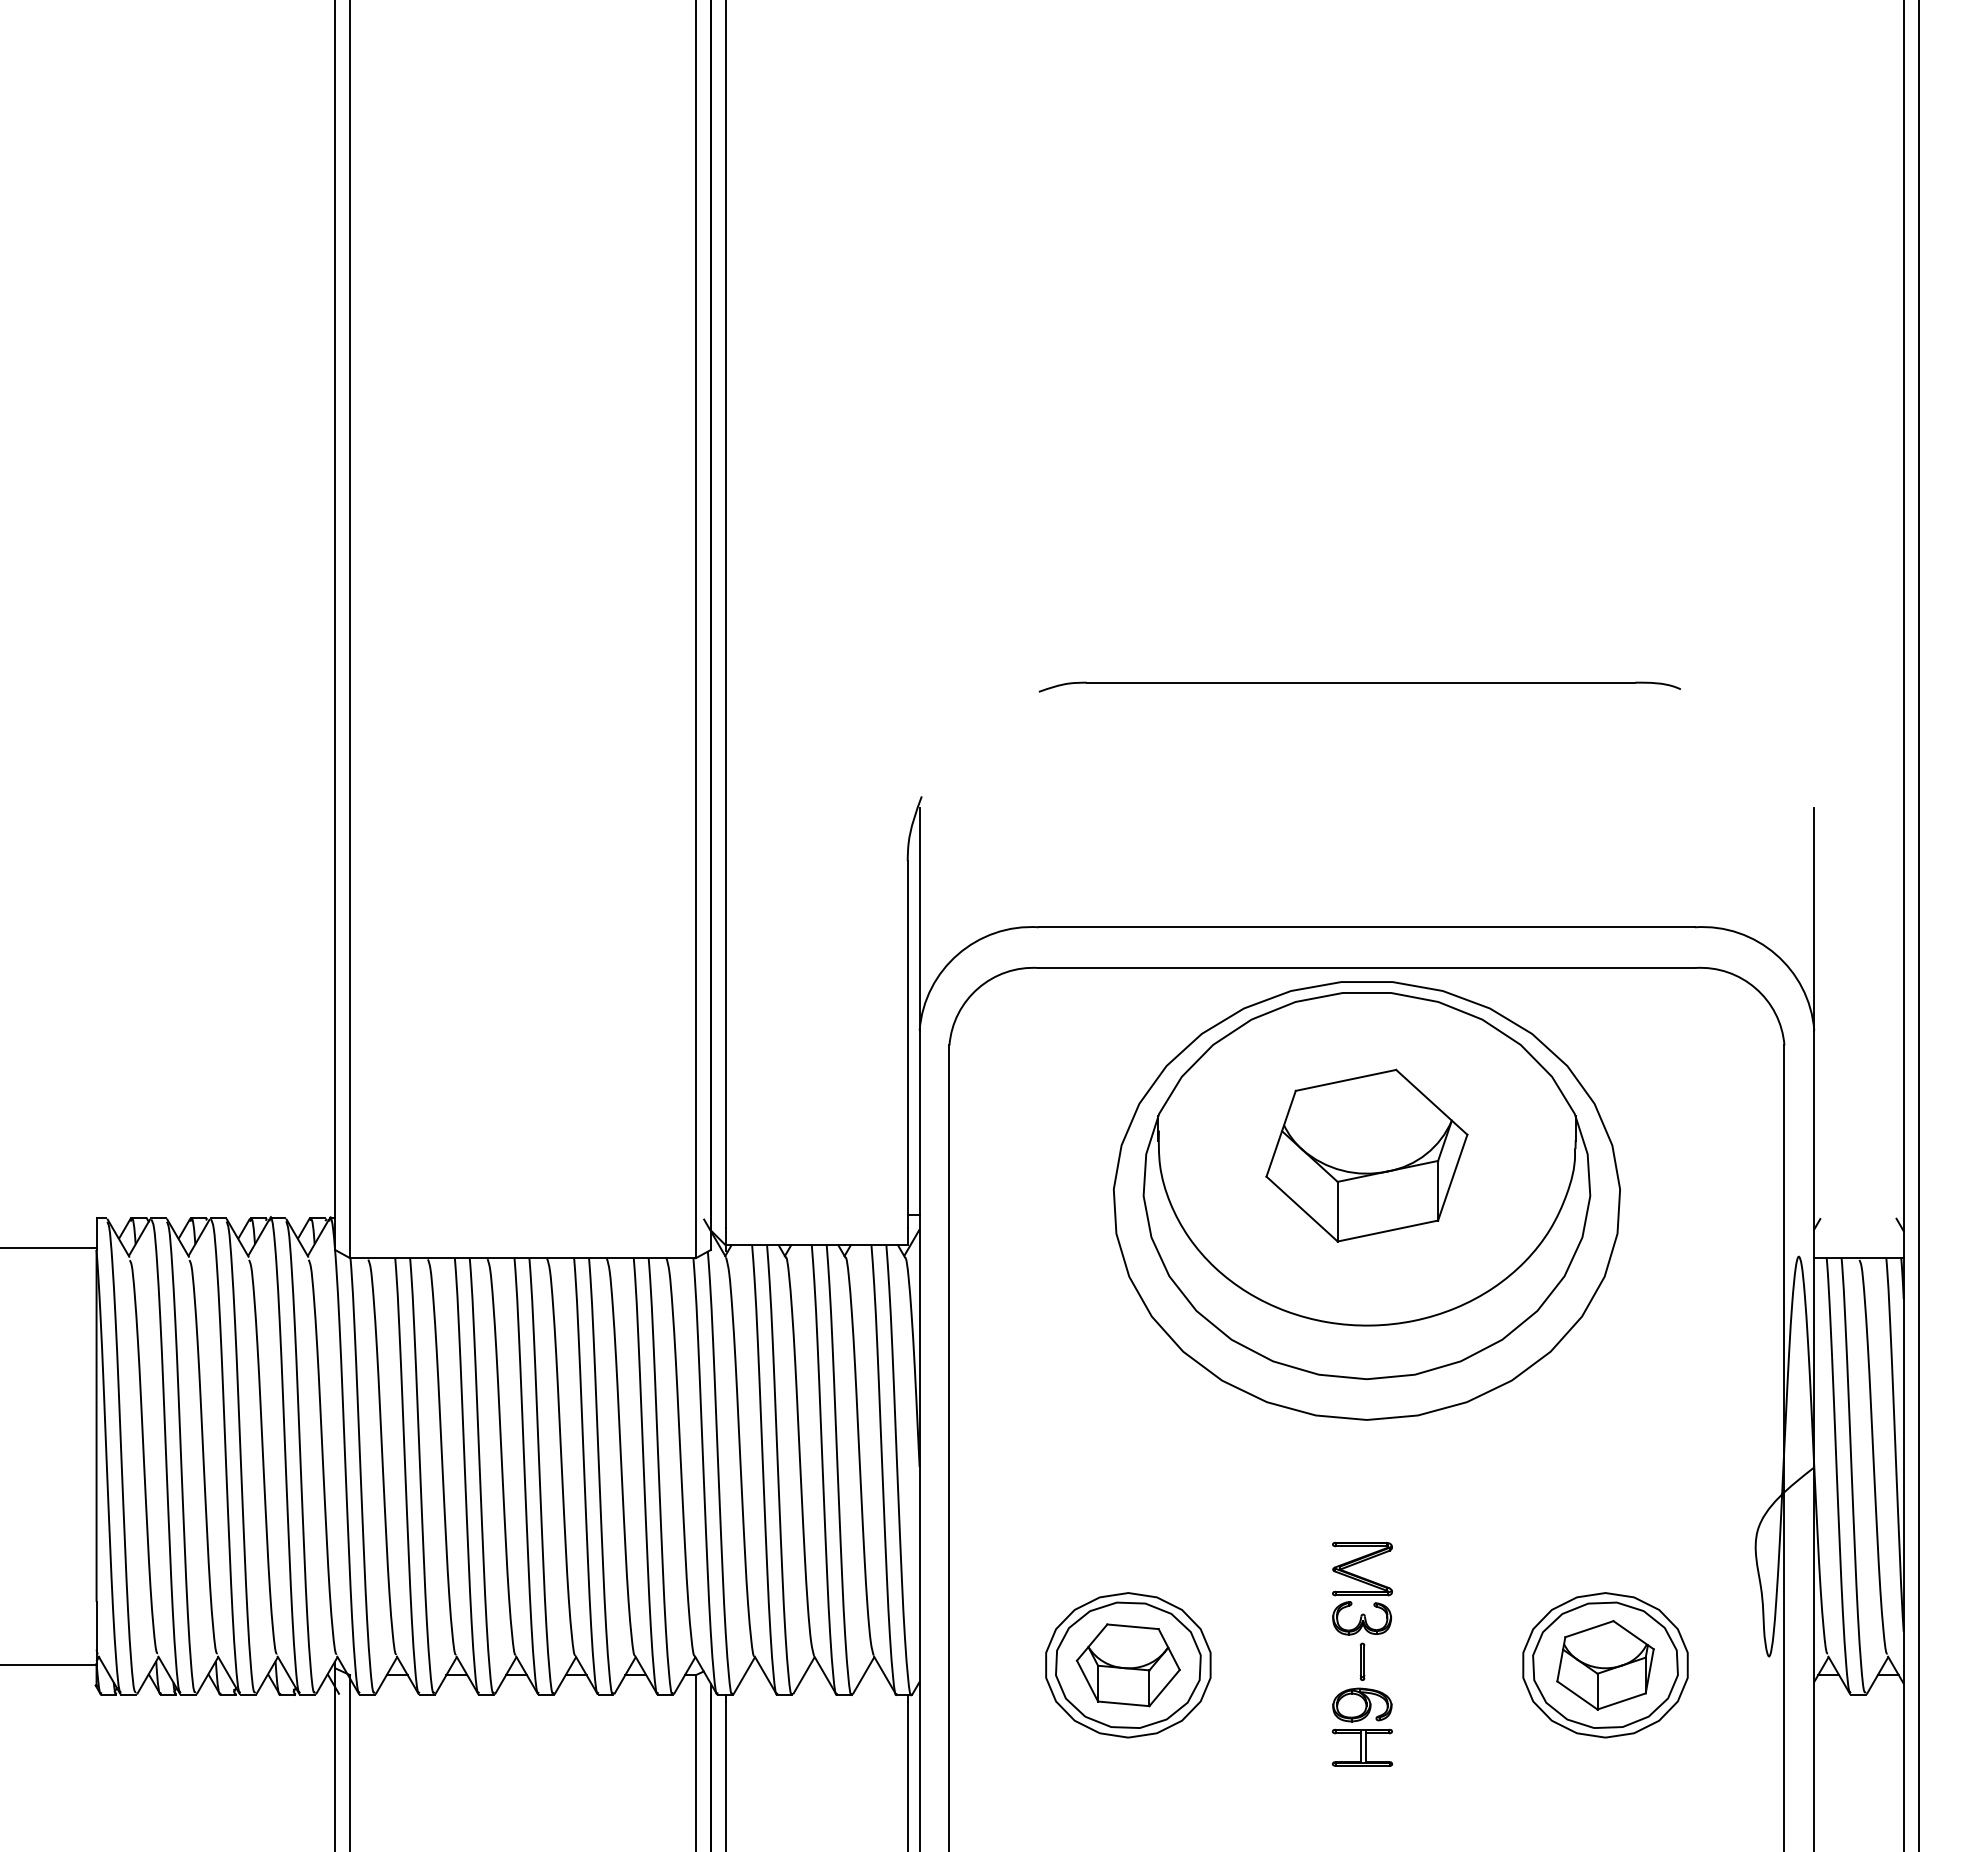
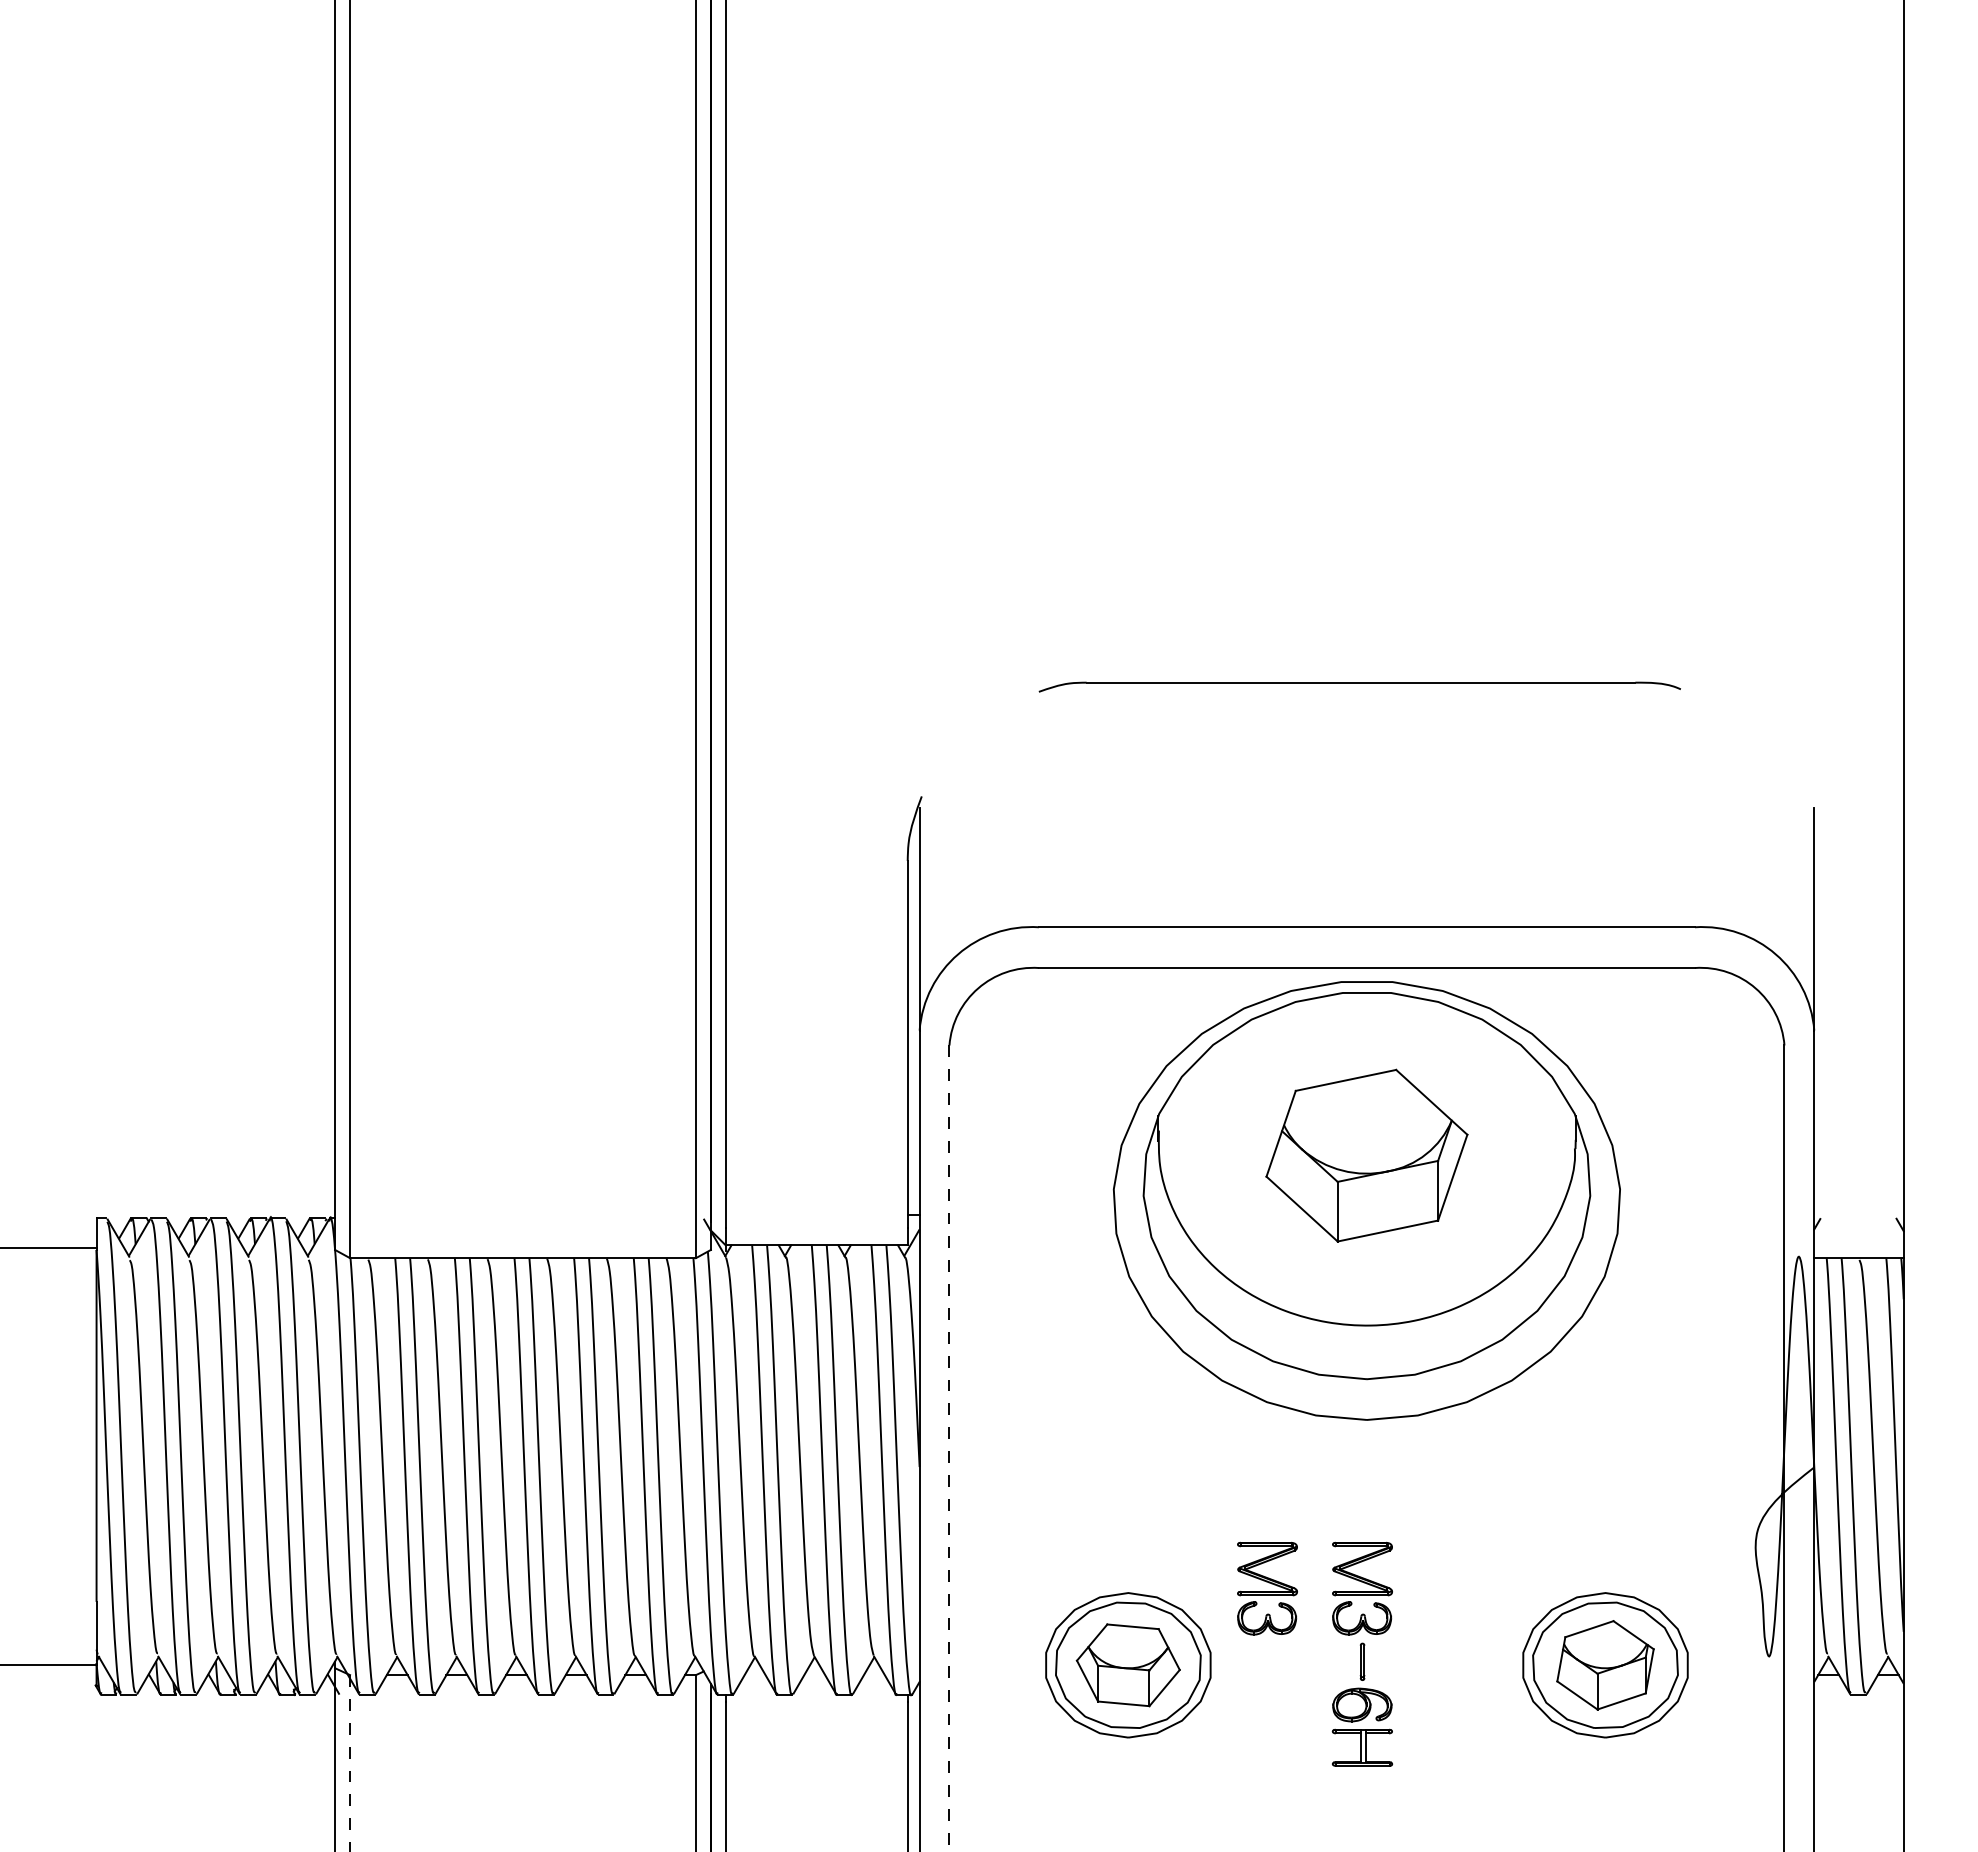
line at (1918, 925): present -> none
line at (949, 1448): solid -> dashed
part at (1267, 1588): none -> present
line at (350, 1763): solid -> dashed
